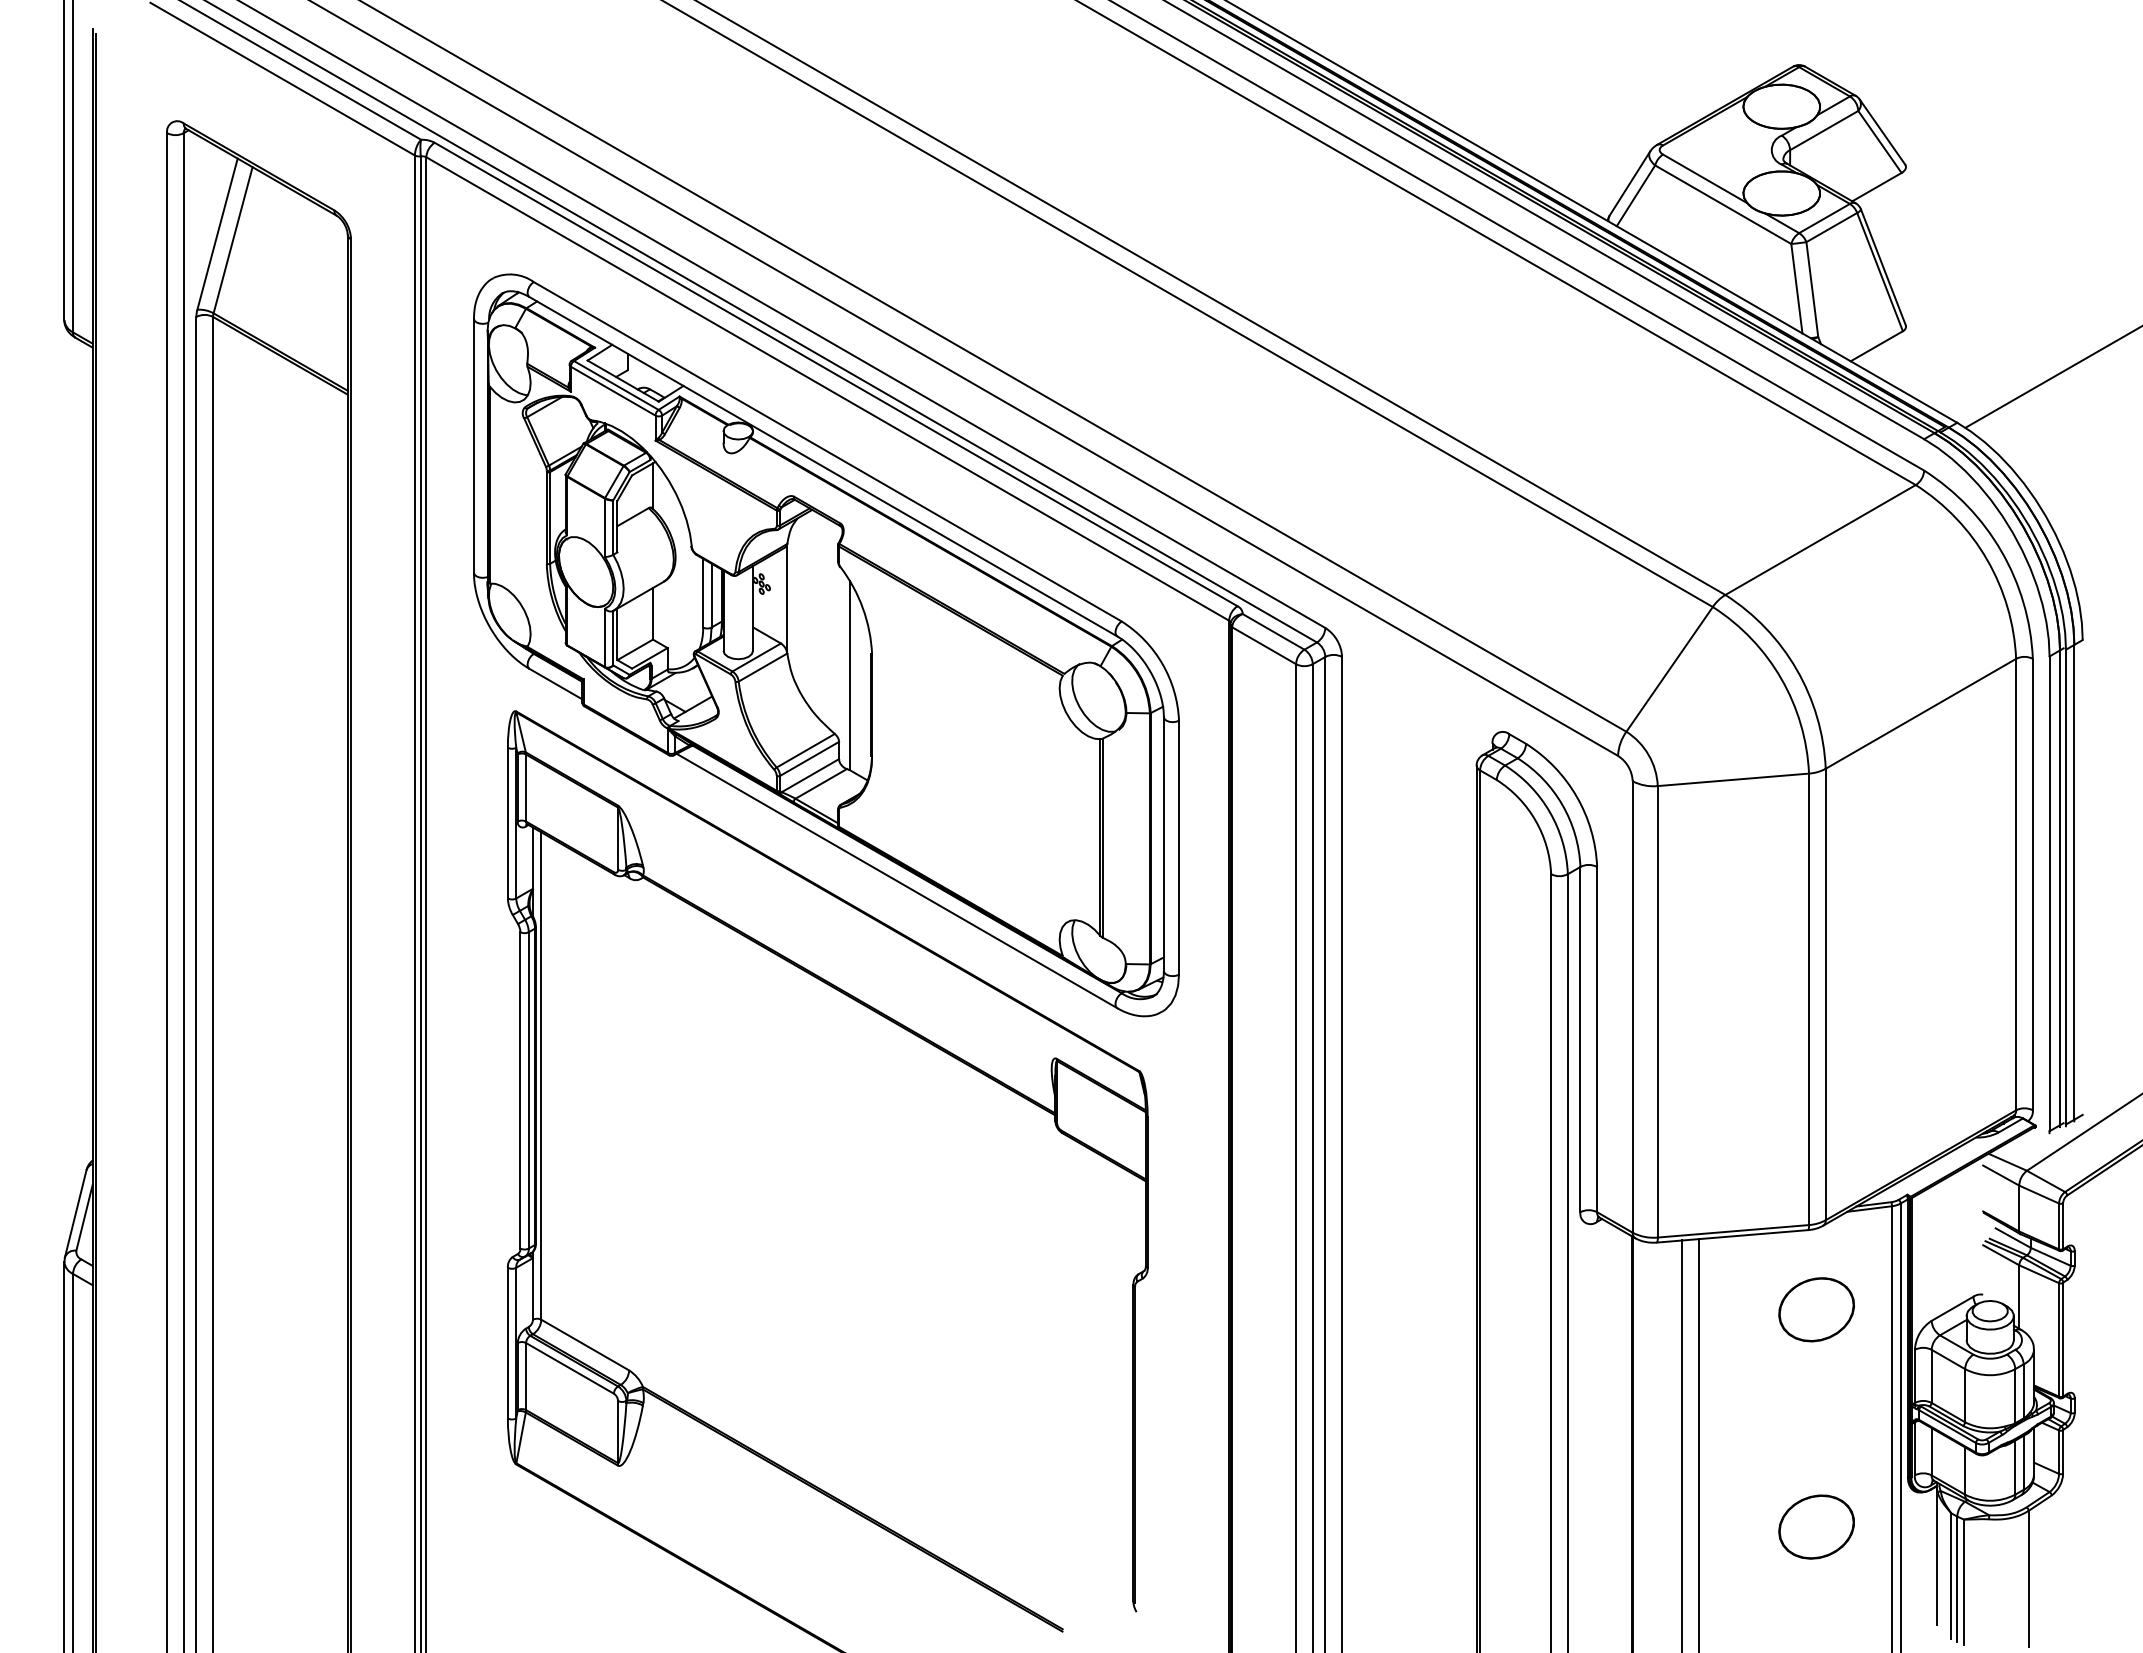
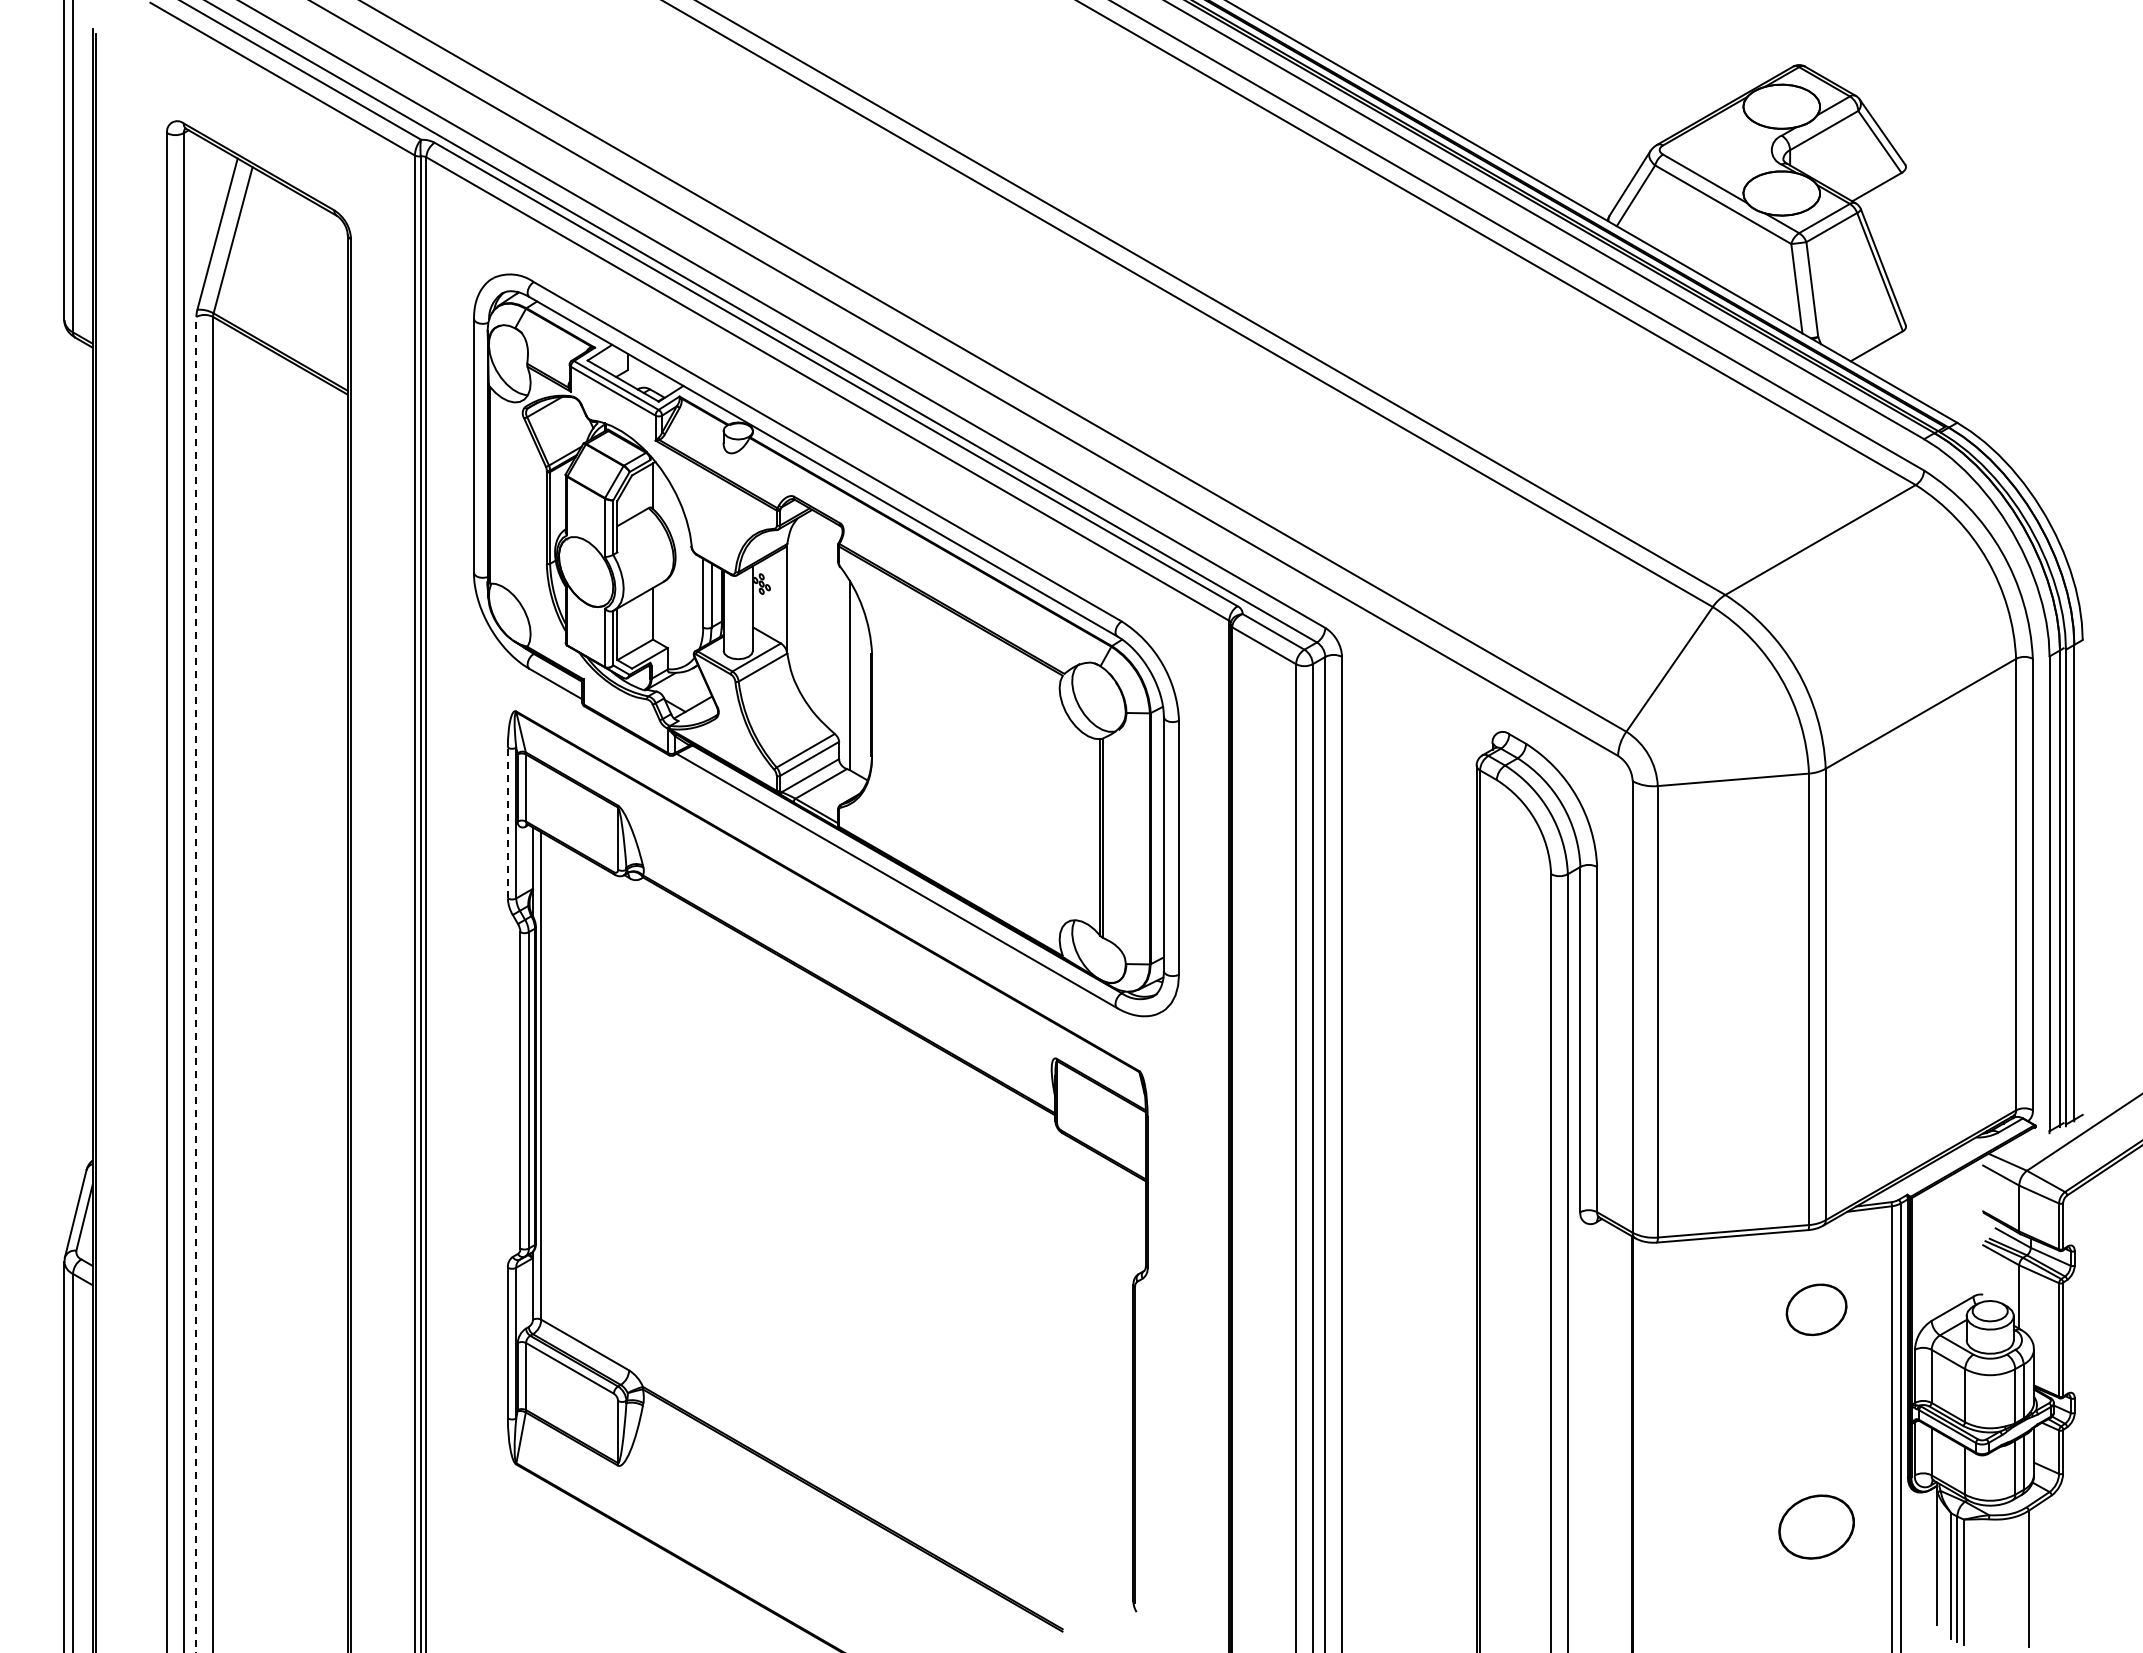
line at (2052, 377): present -> none
line at (507, 822): solid -> dashed
line at (196, 984): solid -> dashed
part at (1816, 1309) size: 77x66 px -> 63x54 px
line at (1682, 1444): present -> none
line at (1698, 1444): present -> none
